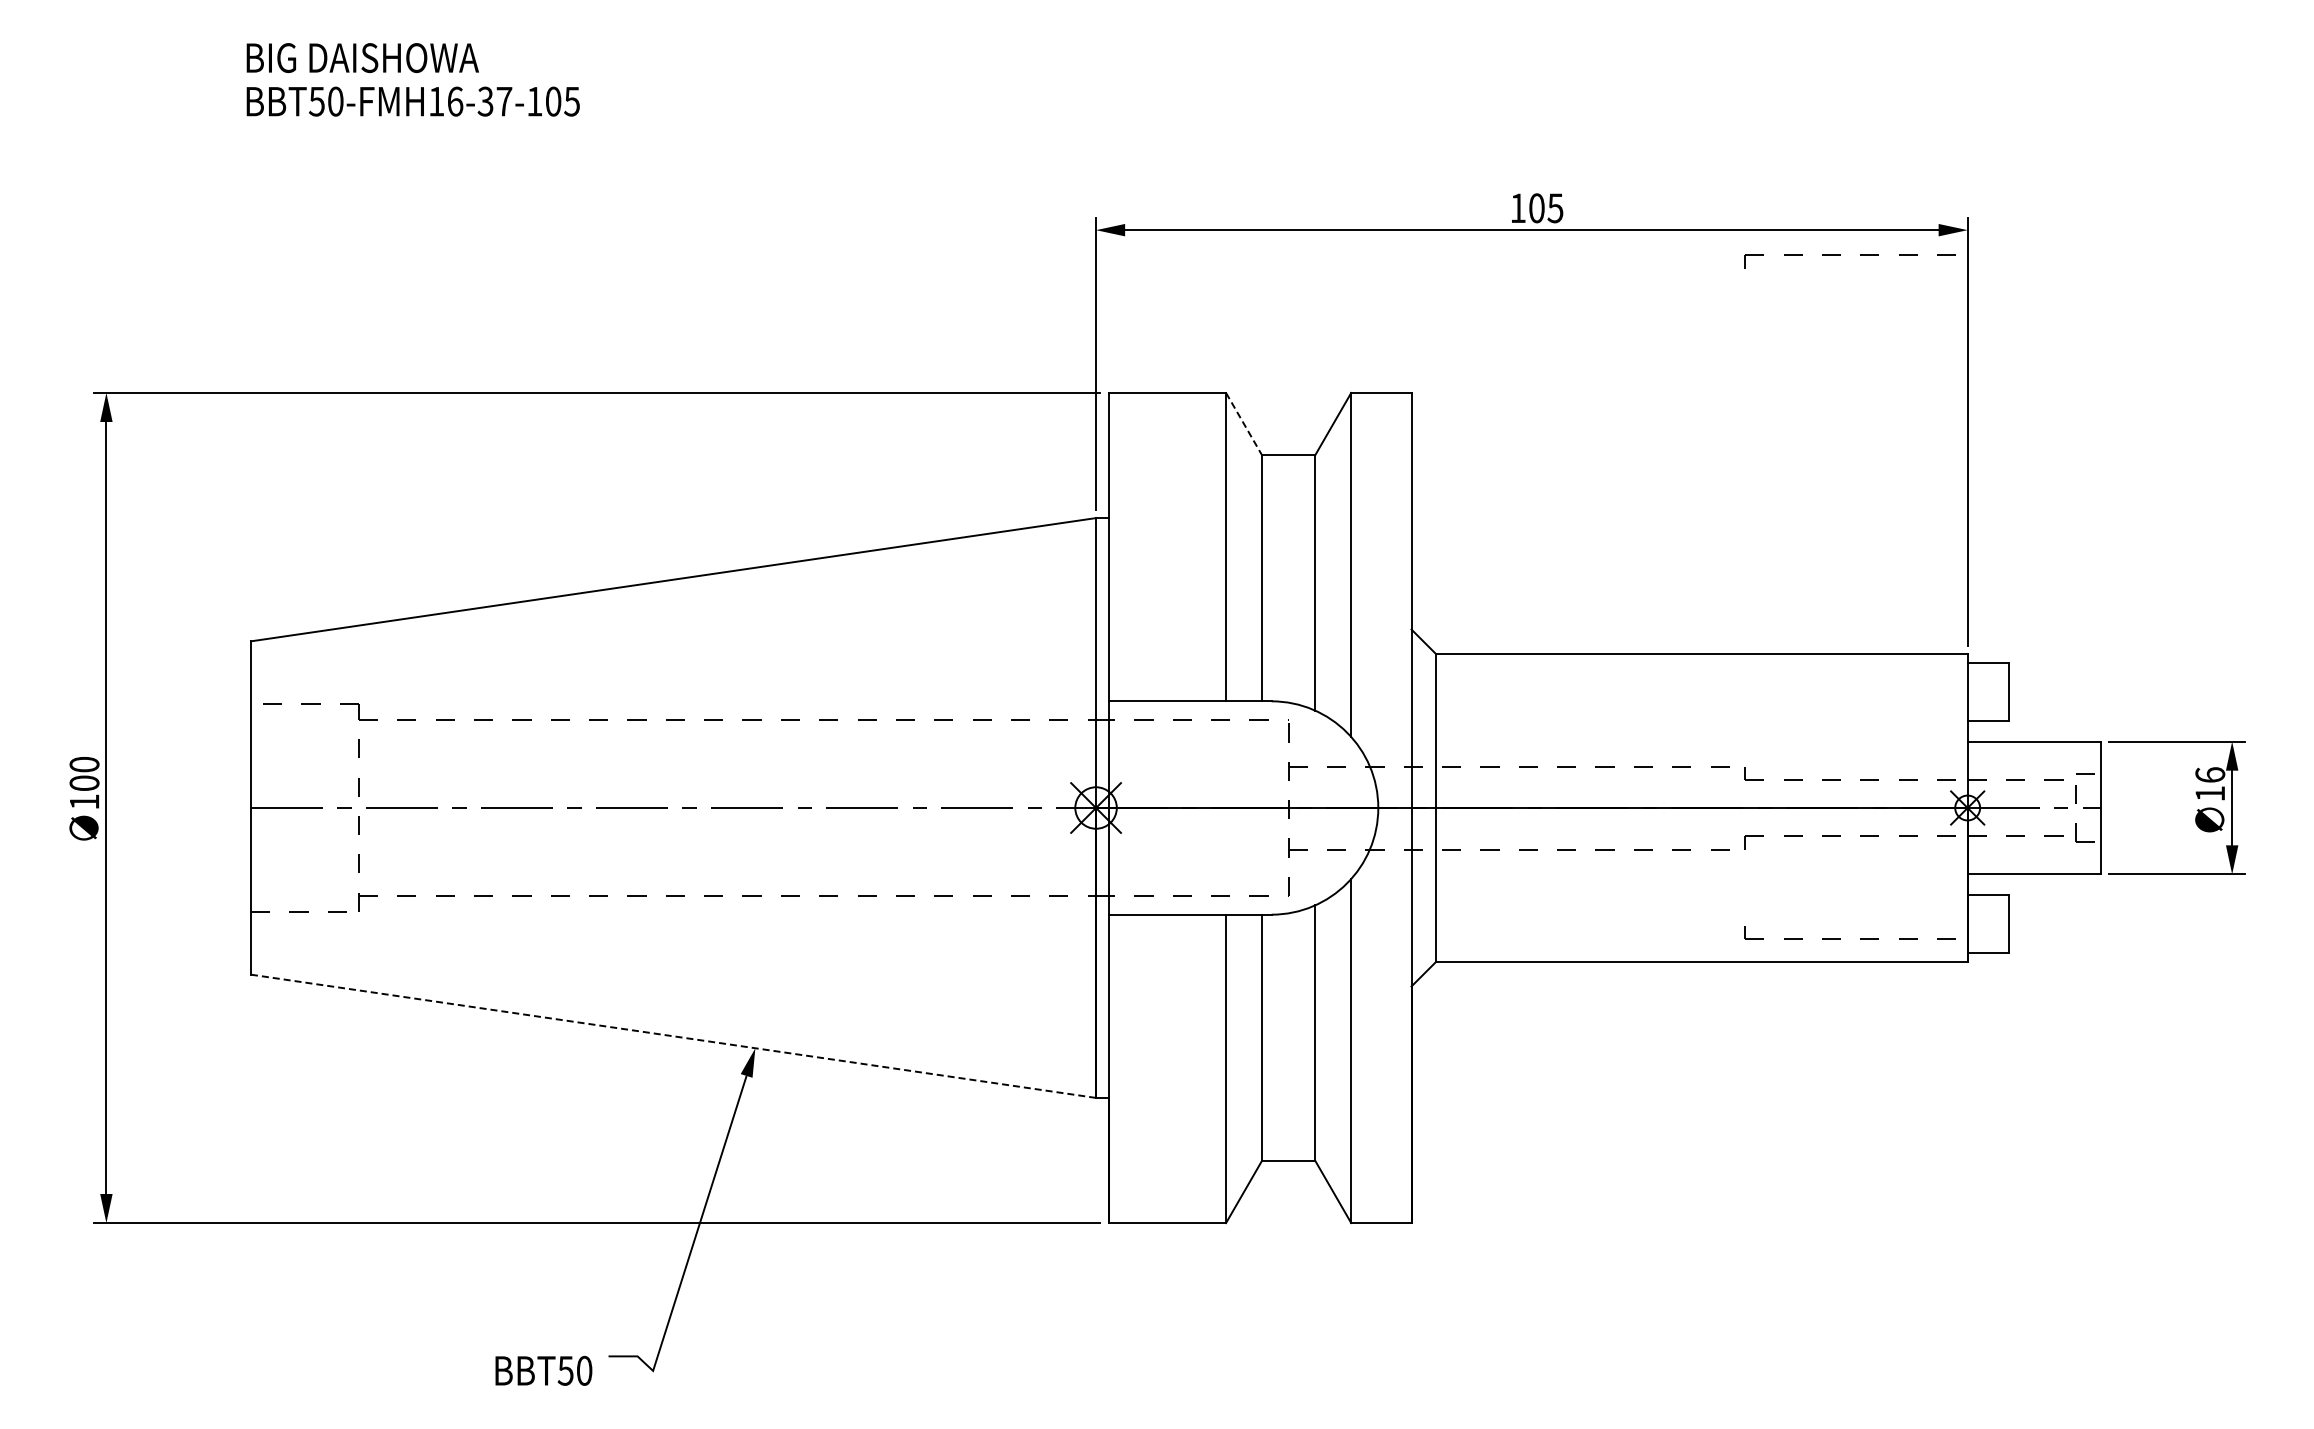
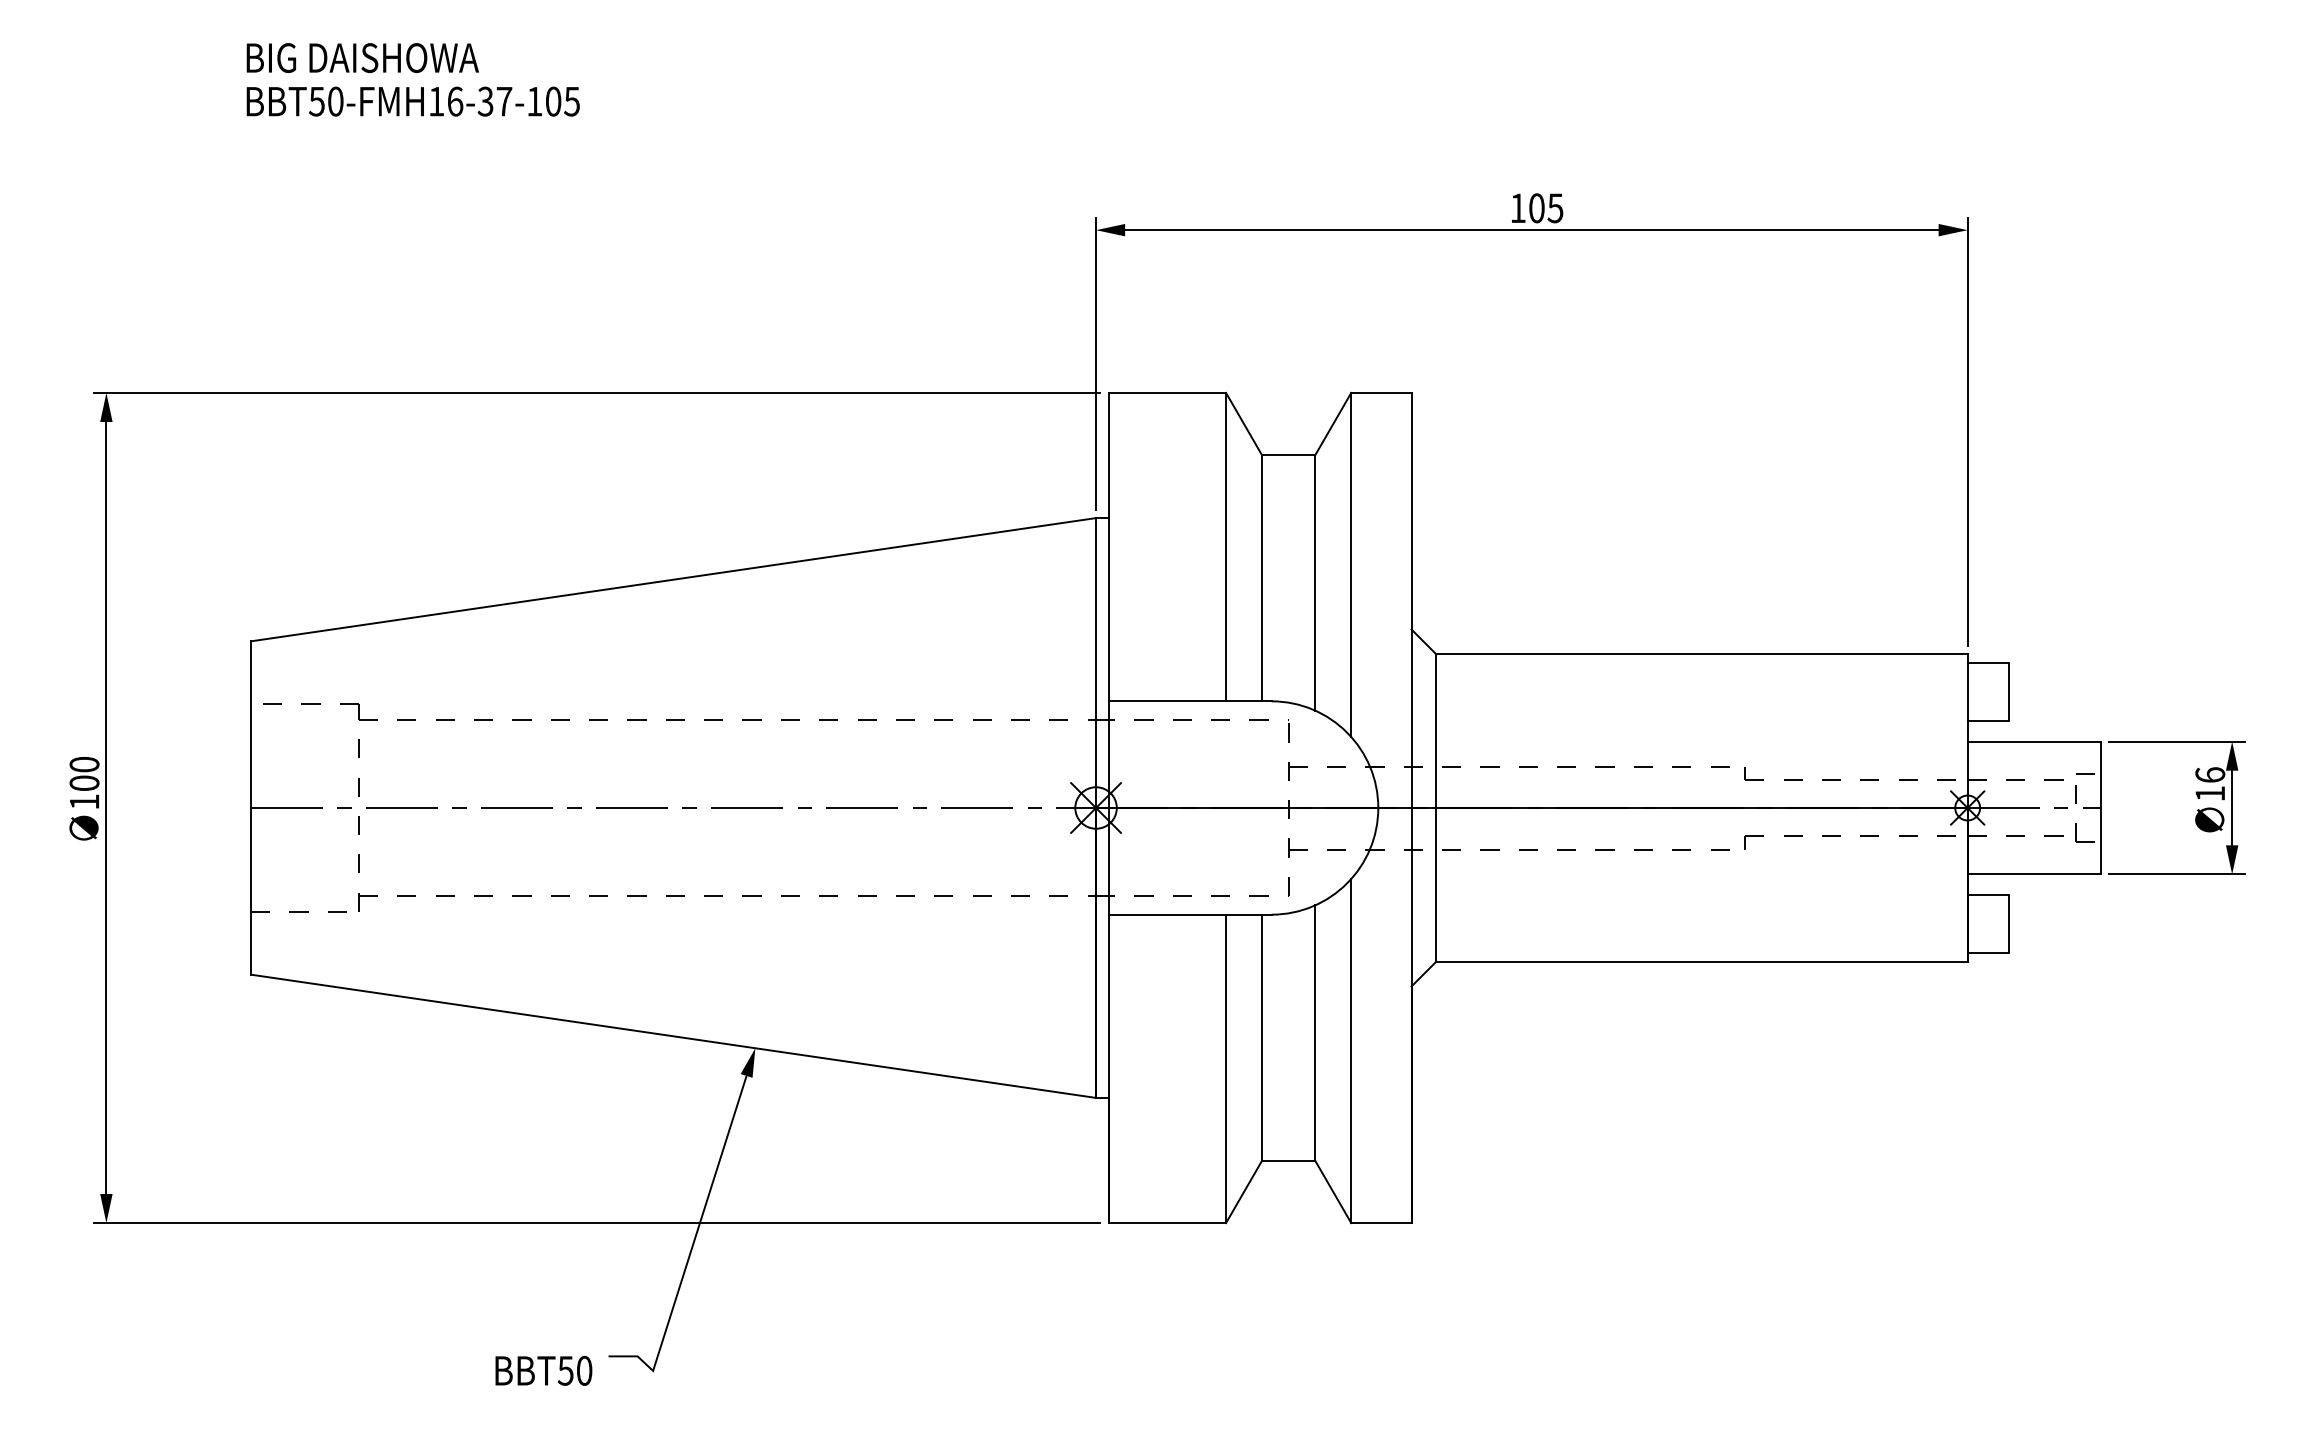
part at (1840, 255): present -> none
line at (1244, 424): dashed -> solid
part at (1840, 938): present -> none
line at (673, 1036): dashed -> solid
